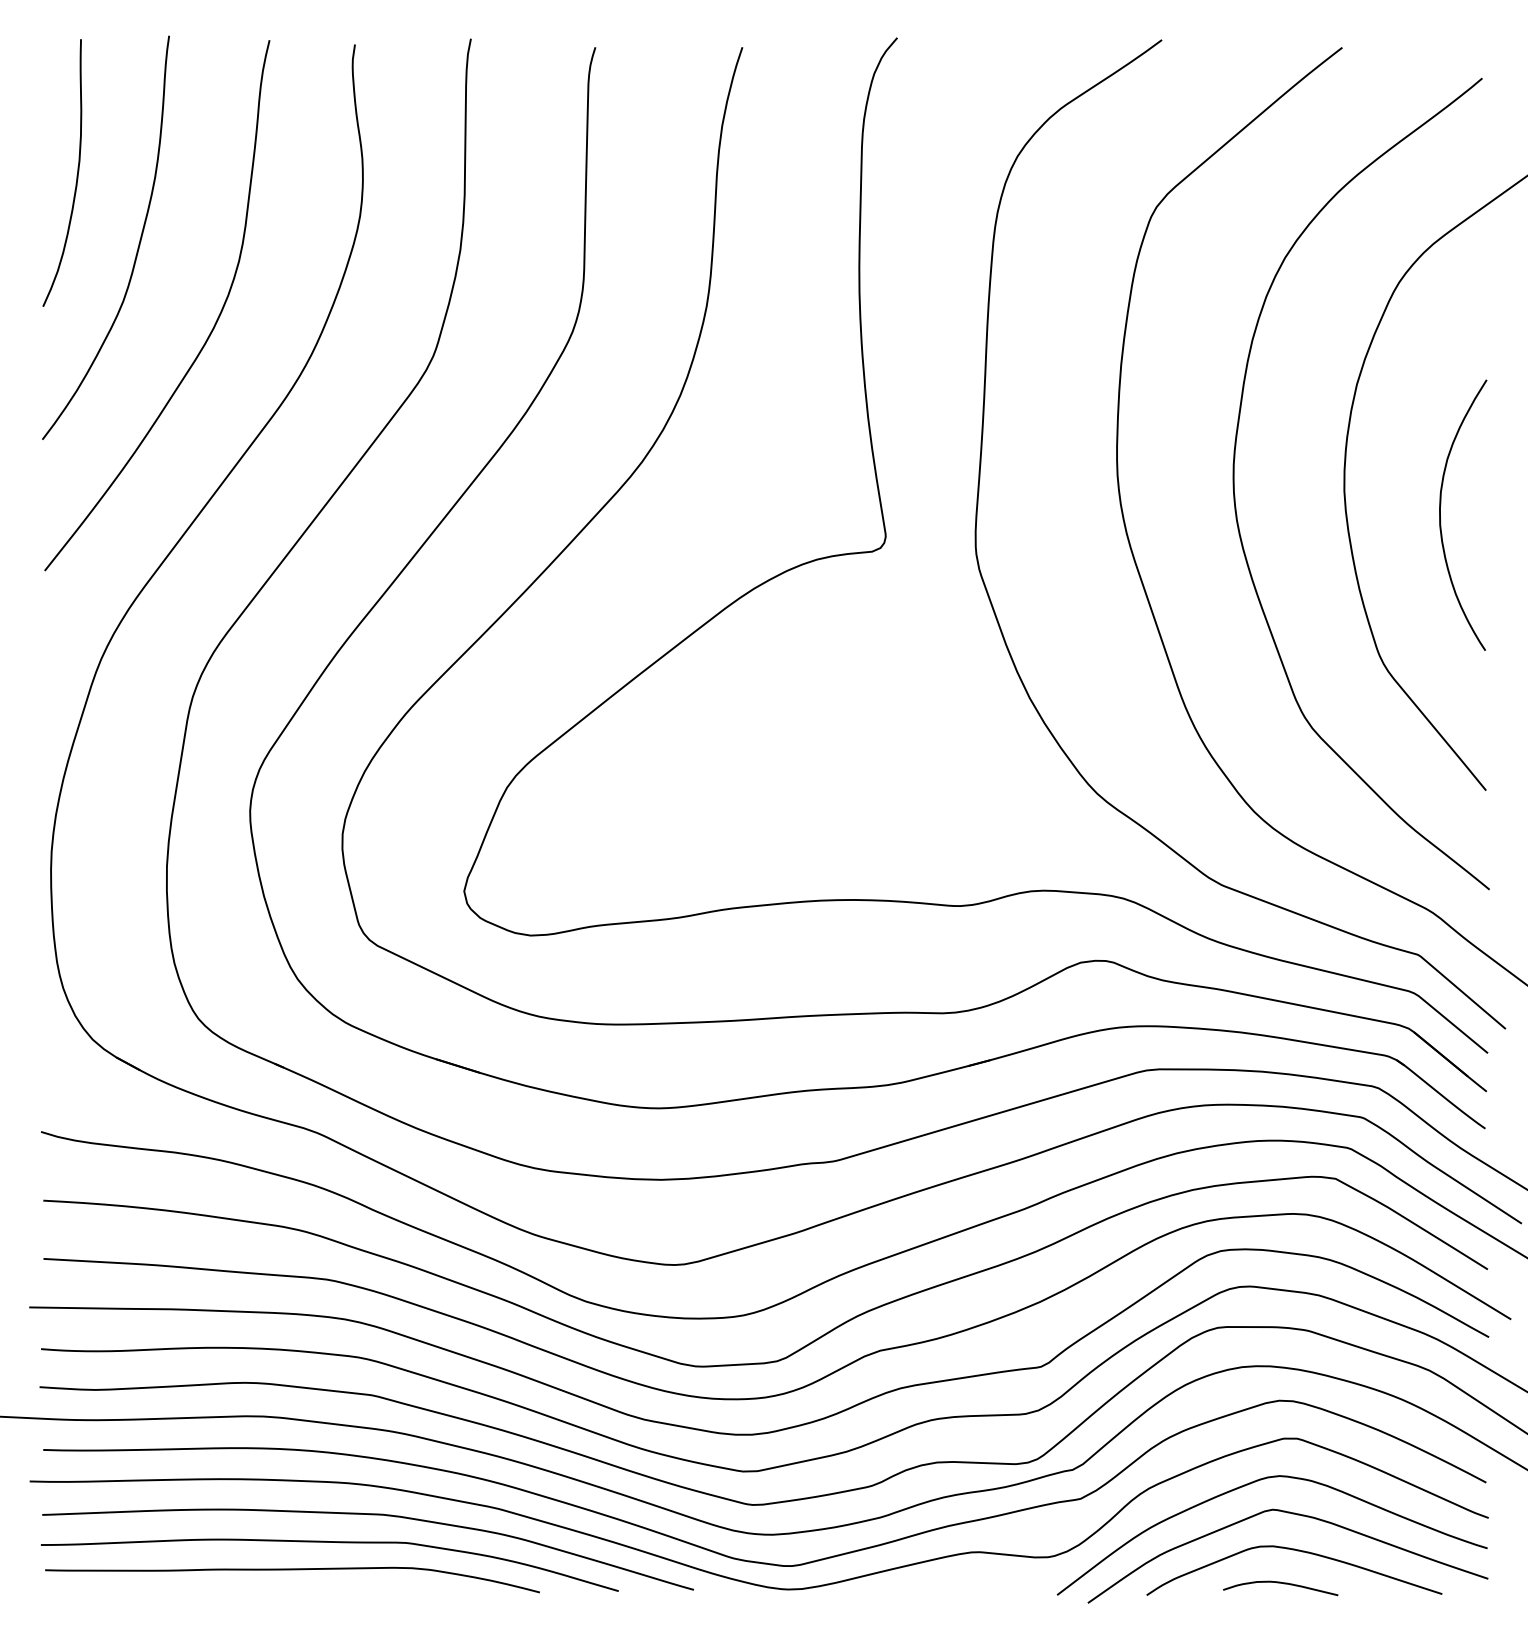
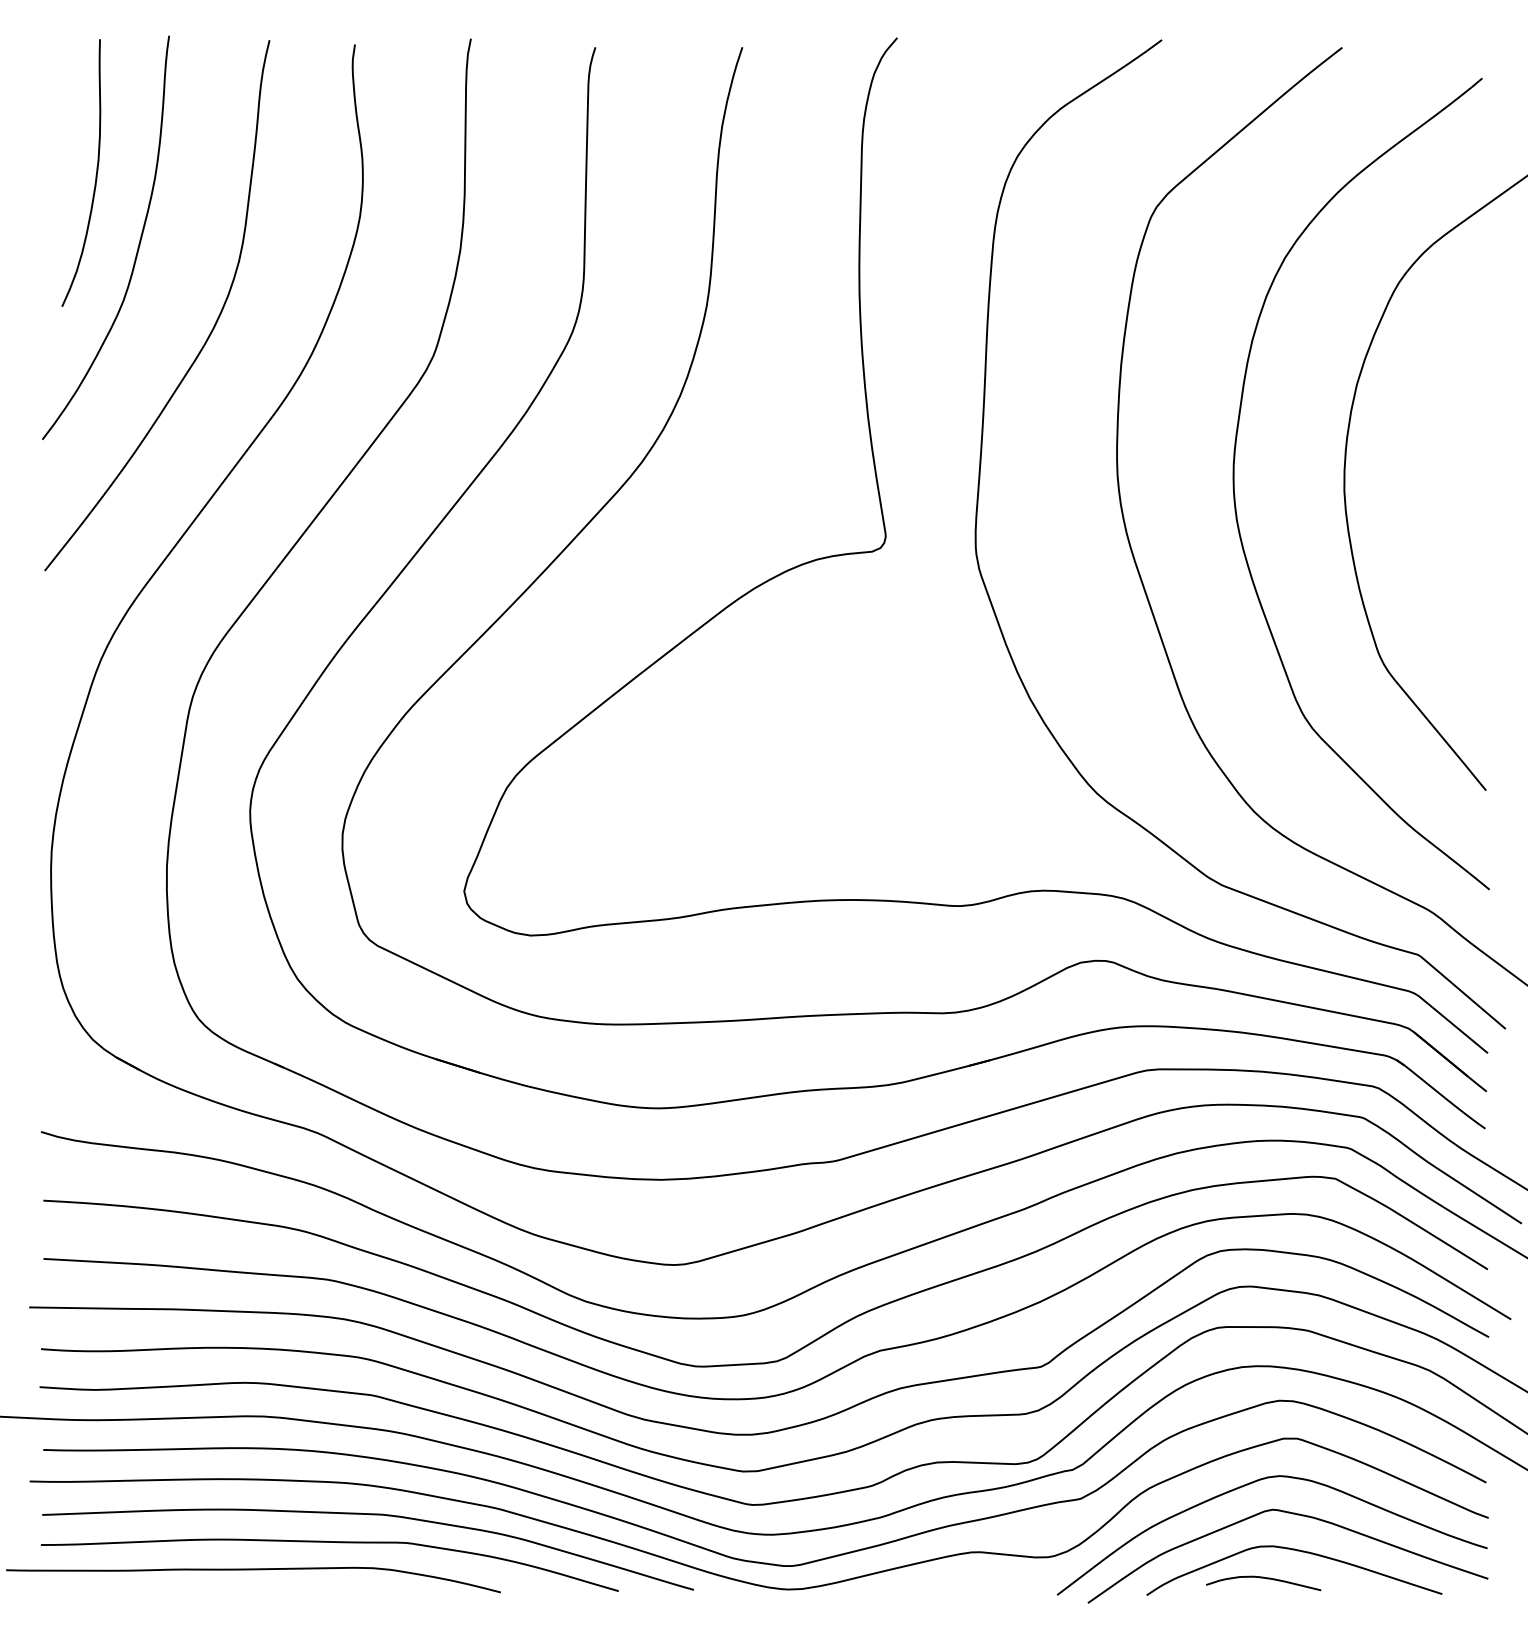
curve at (76, 175) position: (76, 175) -> (95, 175)
curve at (1440, 514): present -> none
curve at (292, 1570) position: (292, 1570) -> (253, 1570)
curve at (1280, 1583) position: (1280, 1583) -> (1263, 1578)
